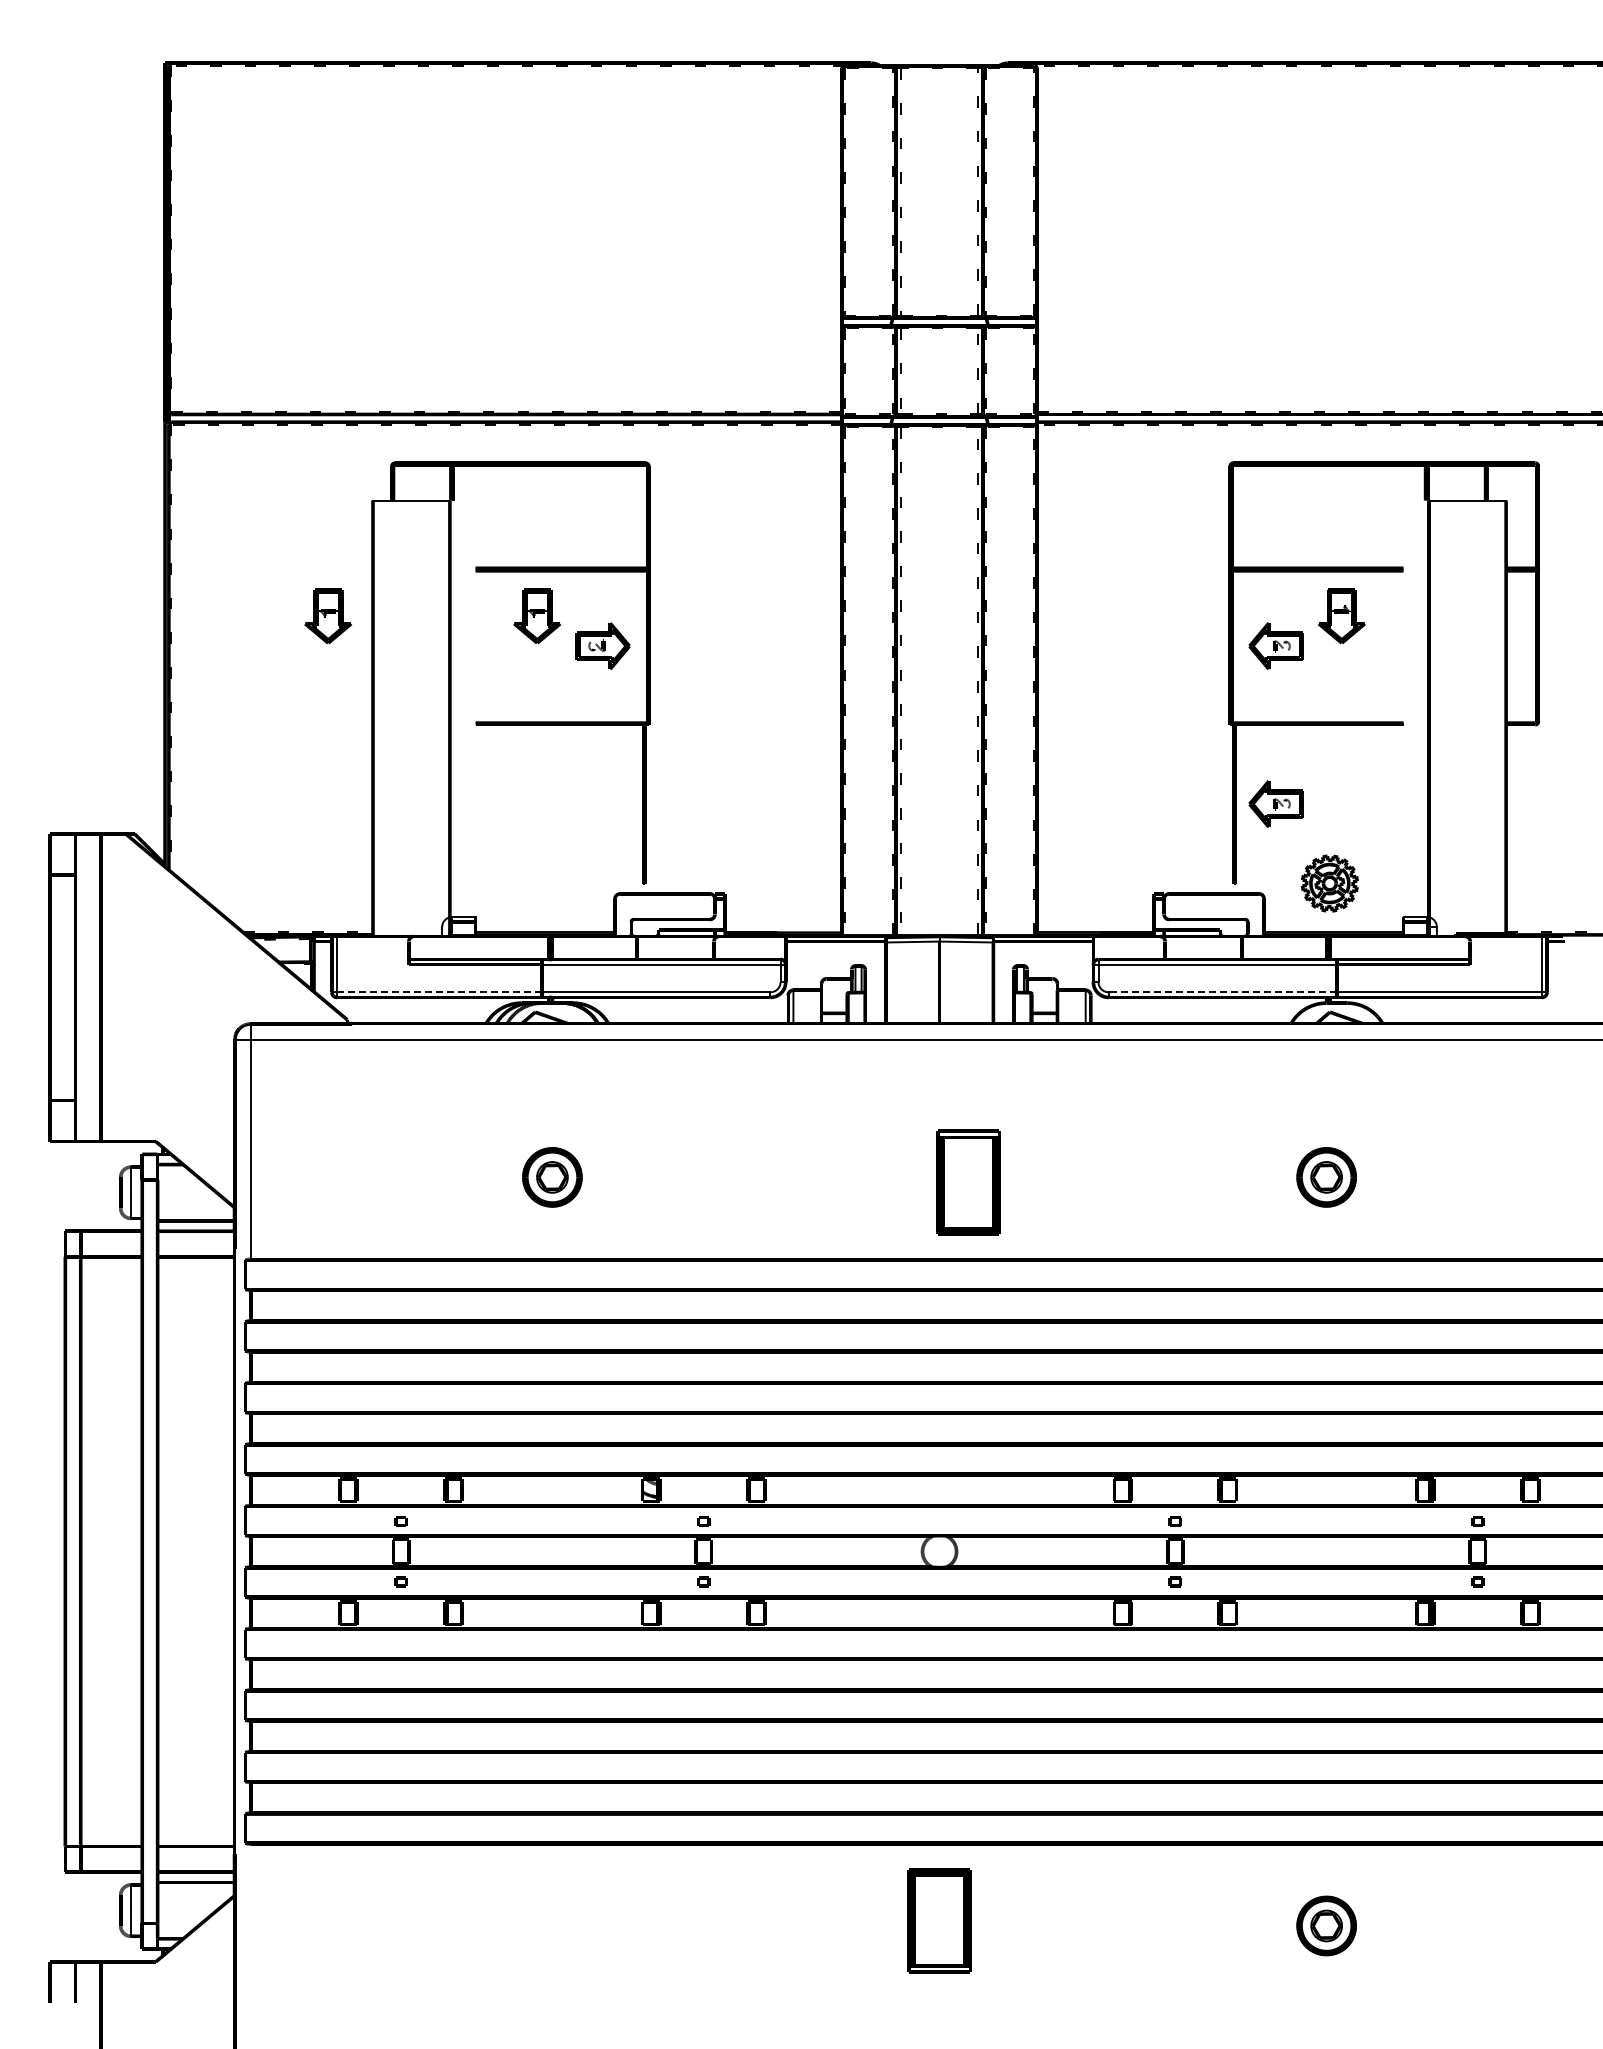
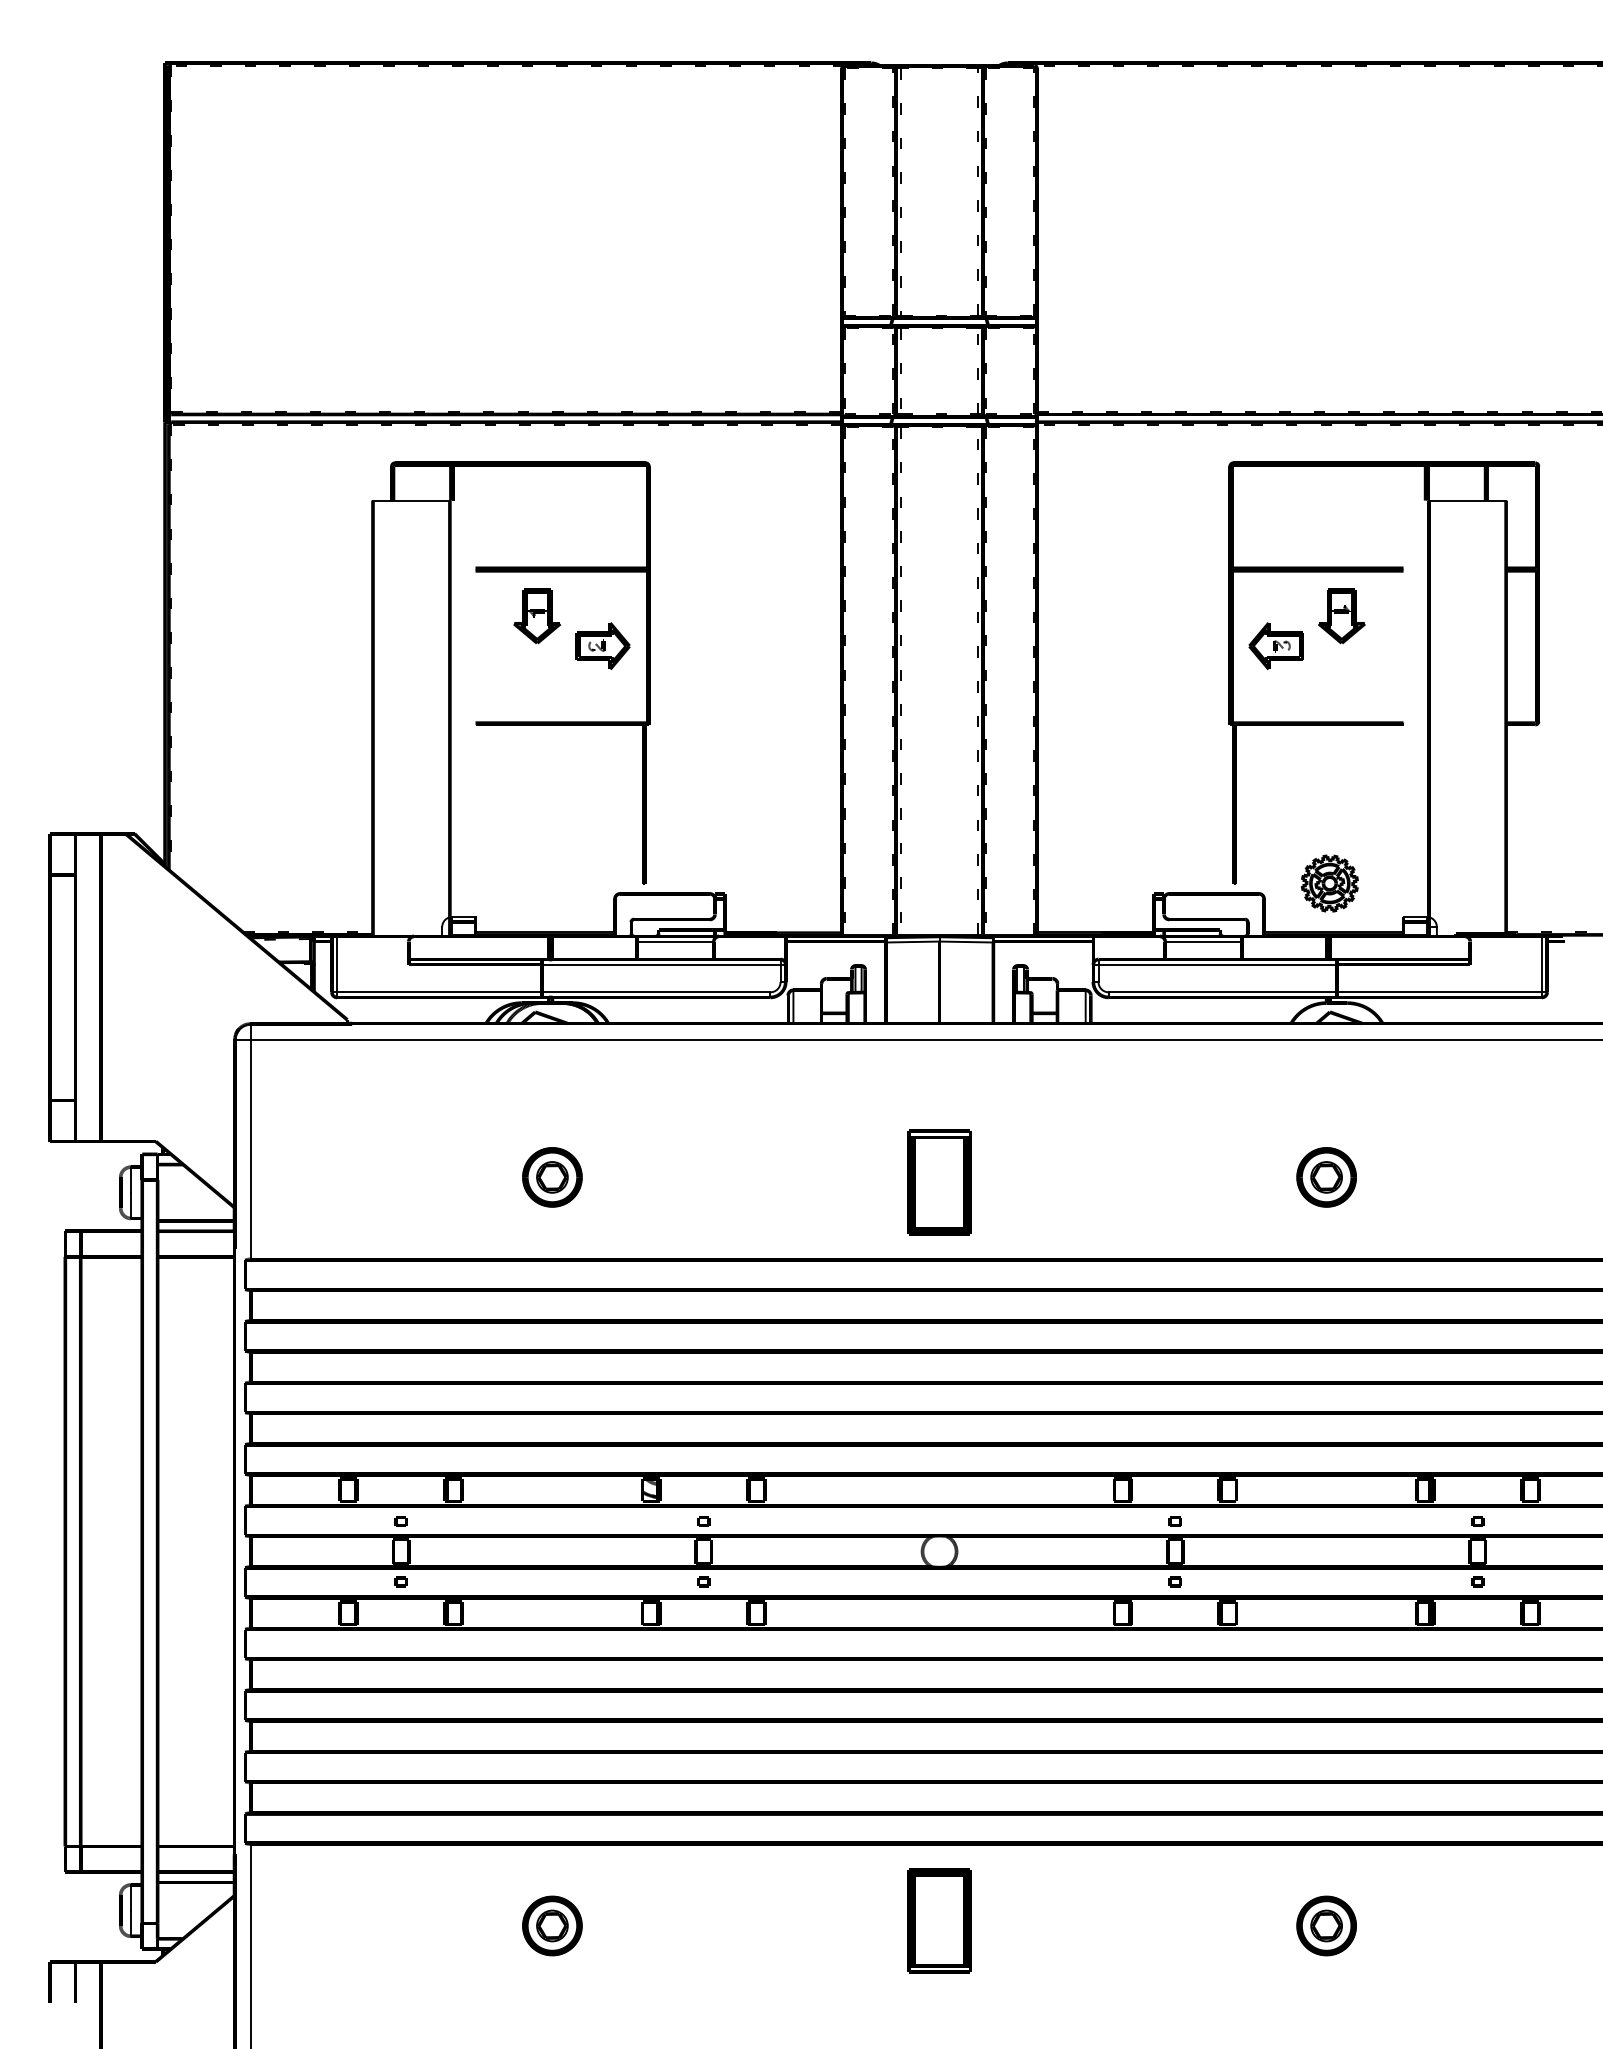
part at (327, 616): present -> none
part at (1275, 803): present -> none
line at (675, 941): none -> present
line at (1203, 941): none -> present
line at (439, 992): dashed -> solid
line at (1222, 992): dashed -> solid
part at (968, 1182) position: (968, 1182) -> (939, 1182)
part at (552, 1925): none -> present
line at (250, 1944): none -> present
